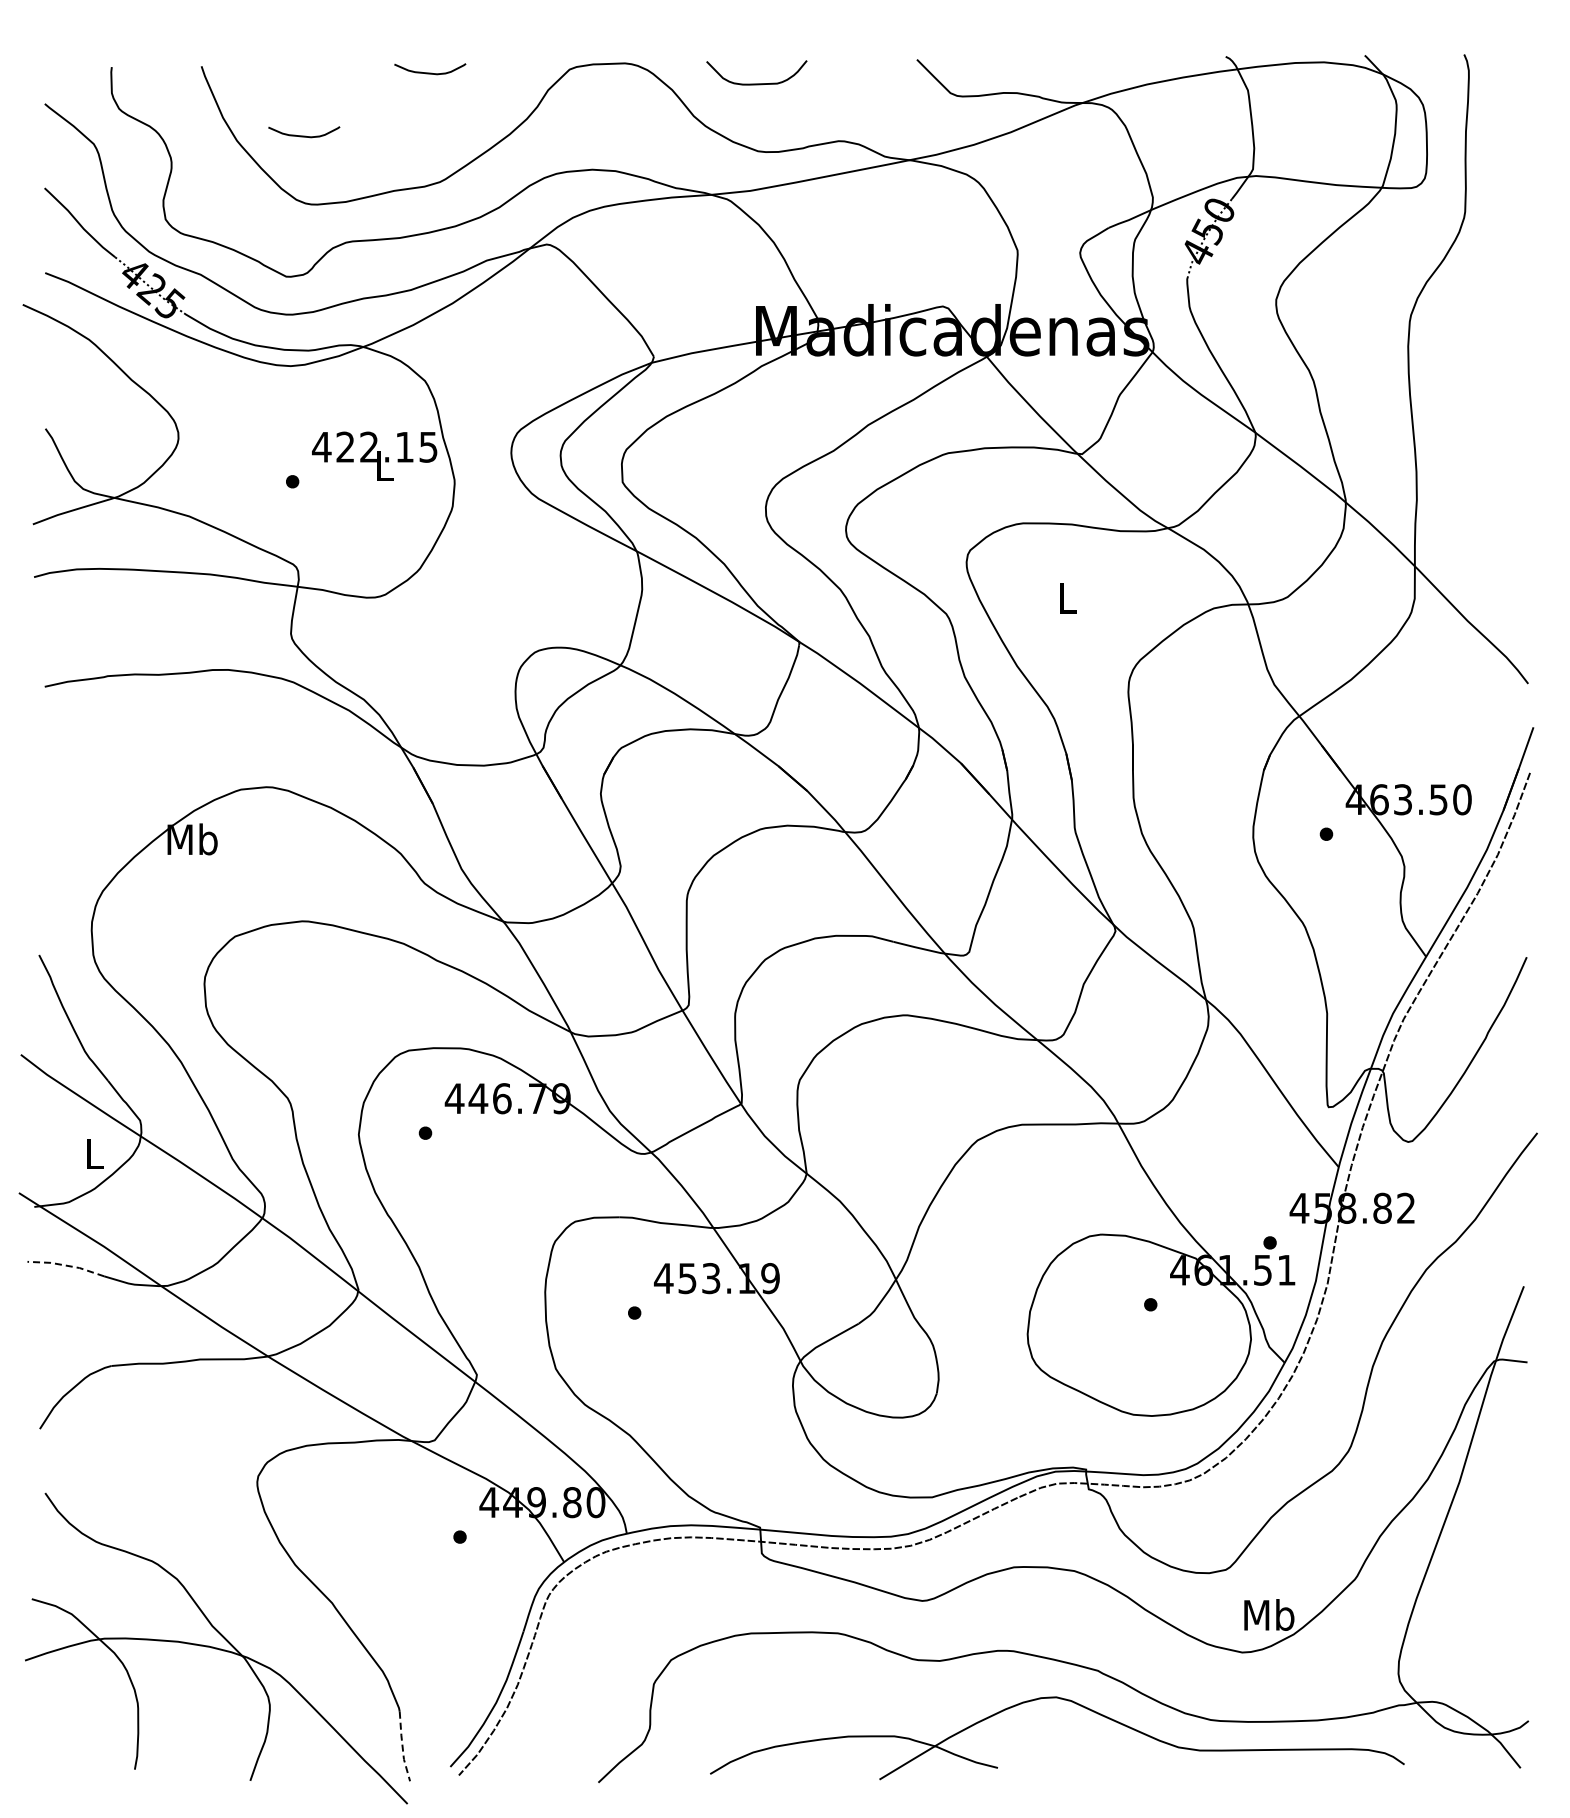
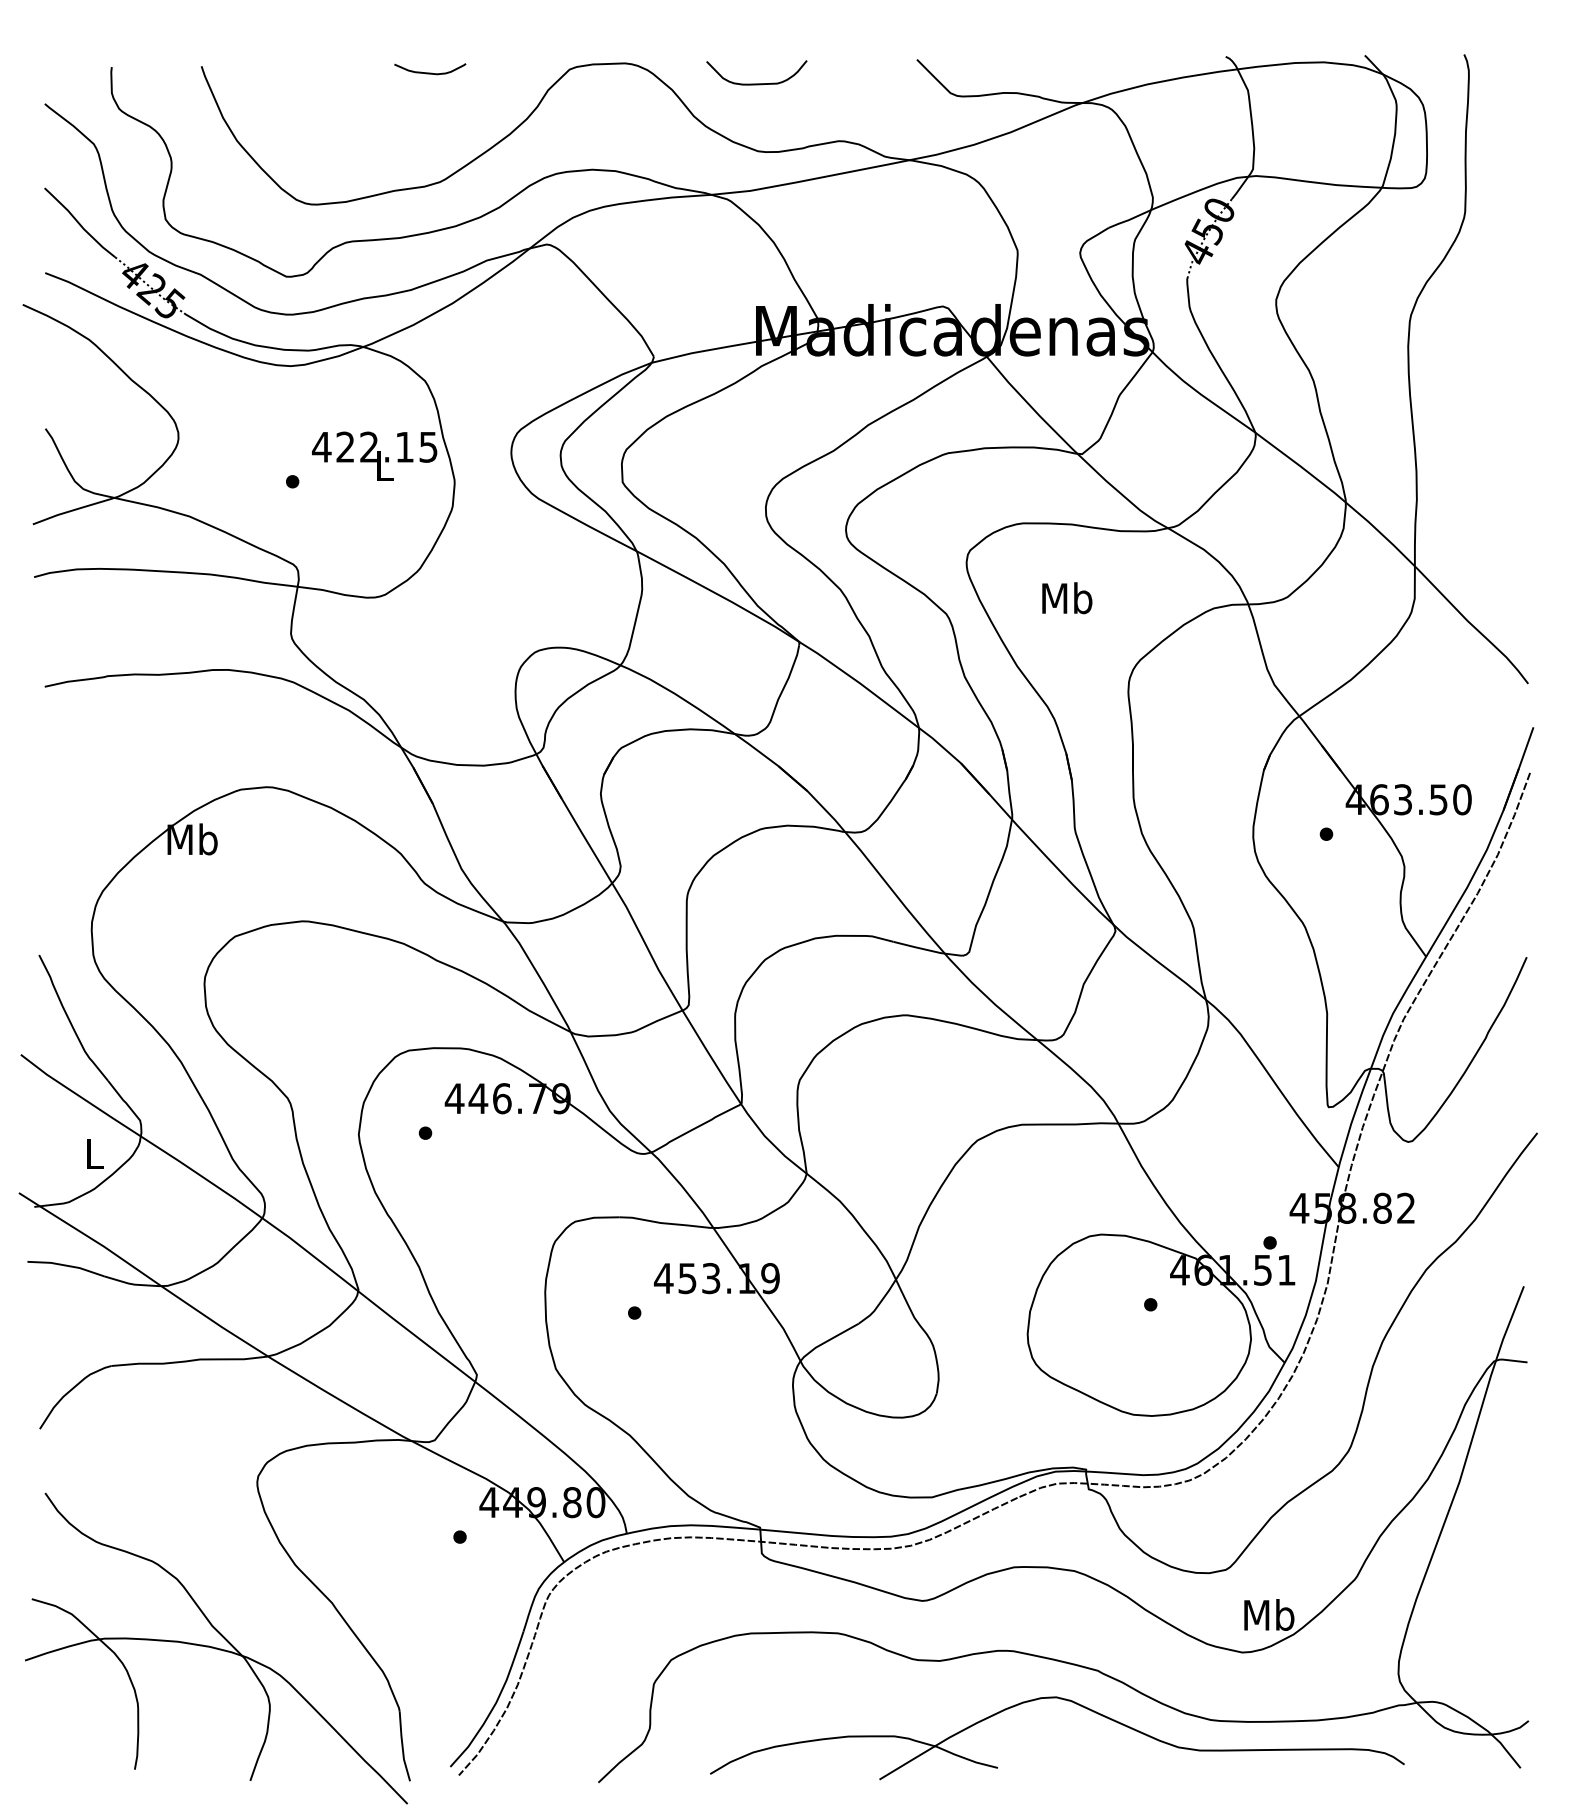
curve at (304, 135): present -> none
text at (1067, 598): L -> Mb
line at (66, 1265): dashed -> solid
line at (402, 1746): dashed -> solid
